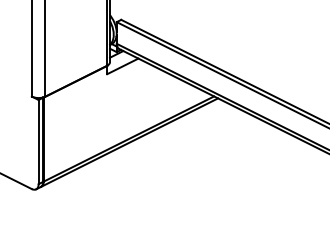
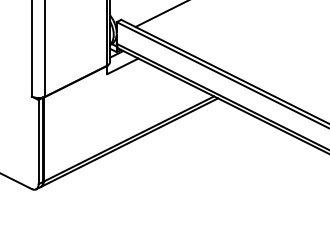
line at (160, 14): none -> present
